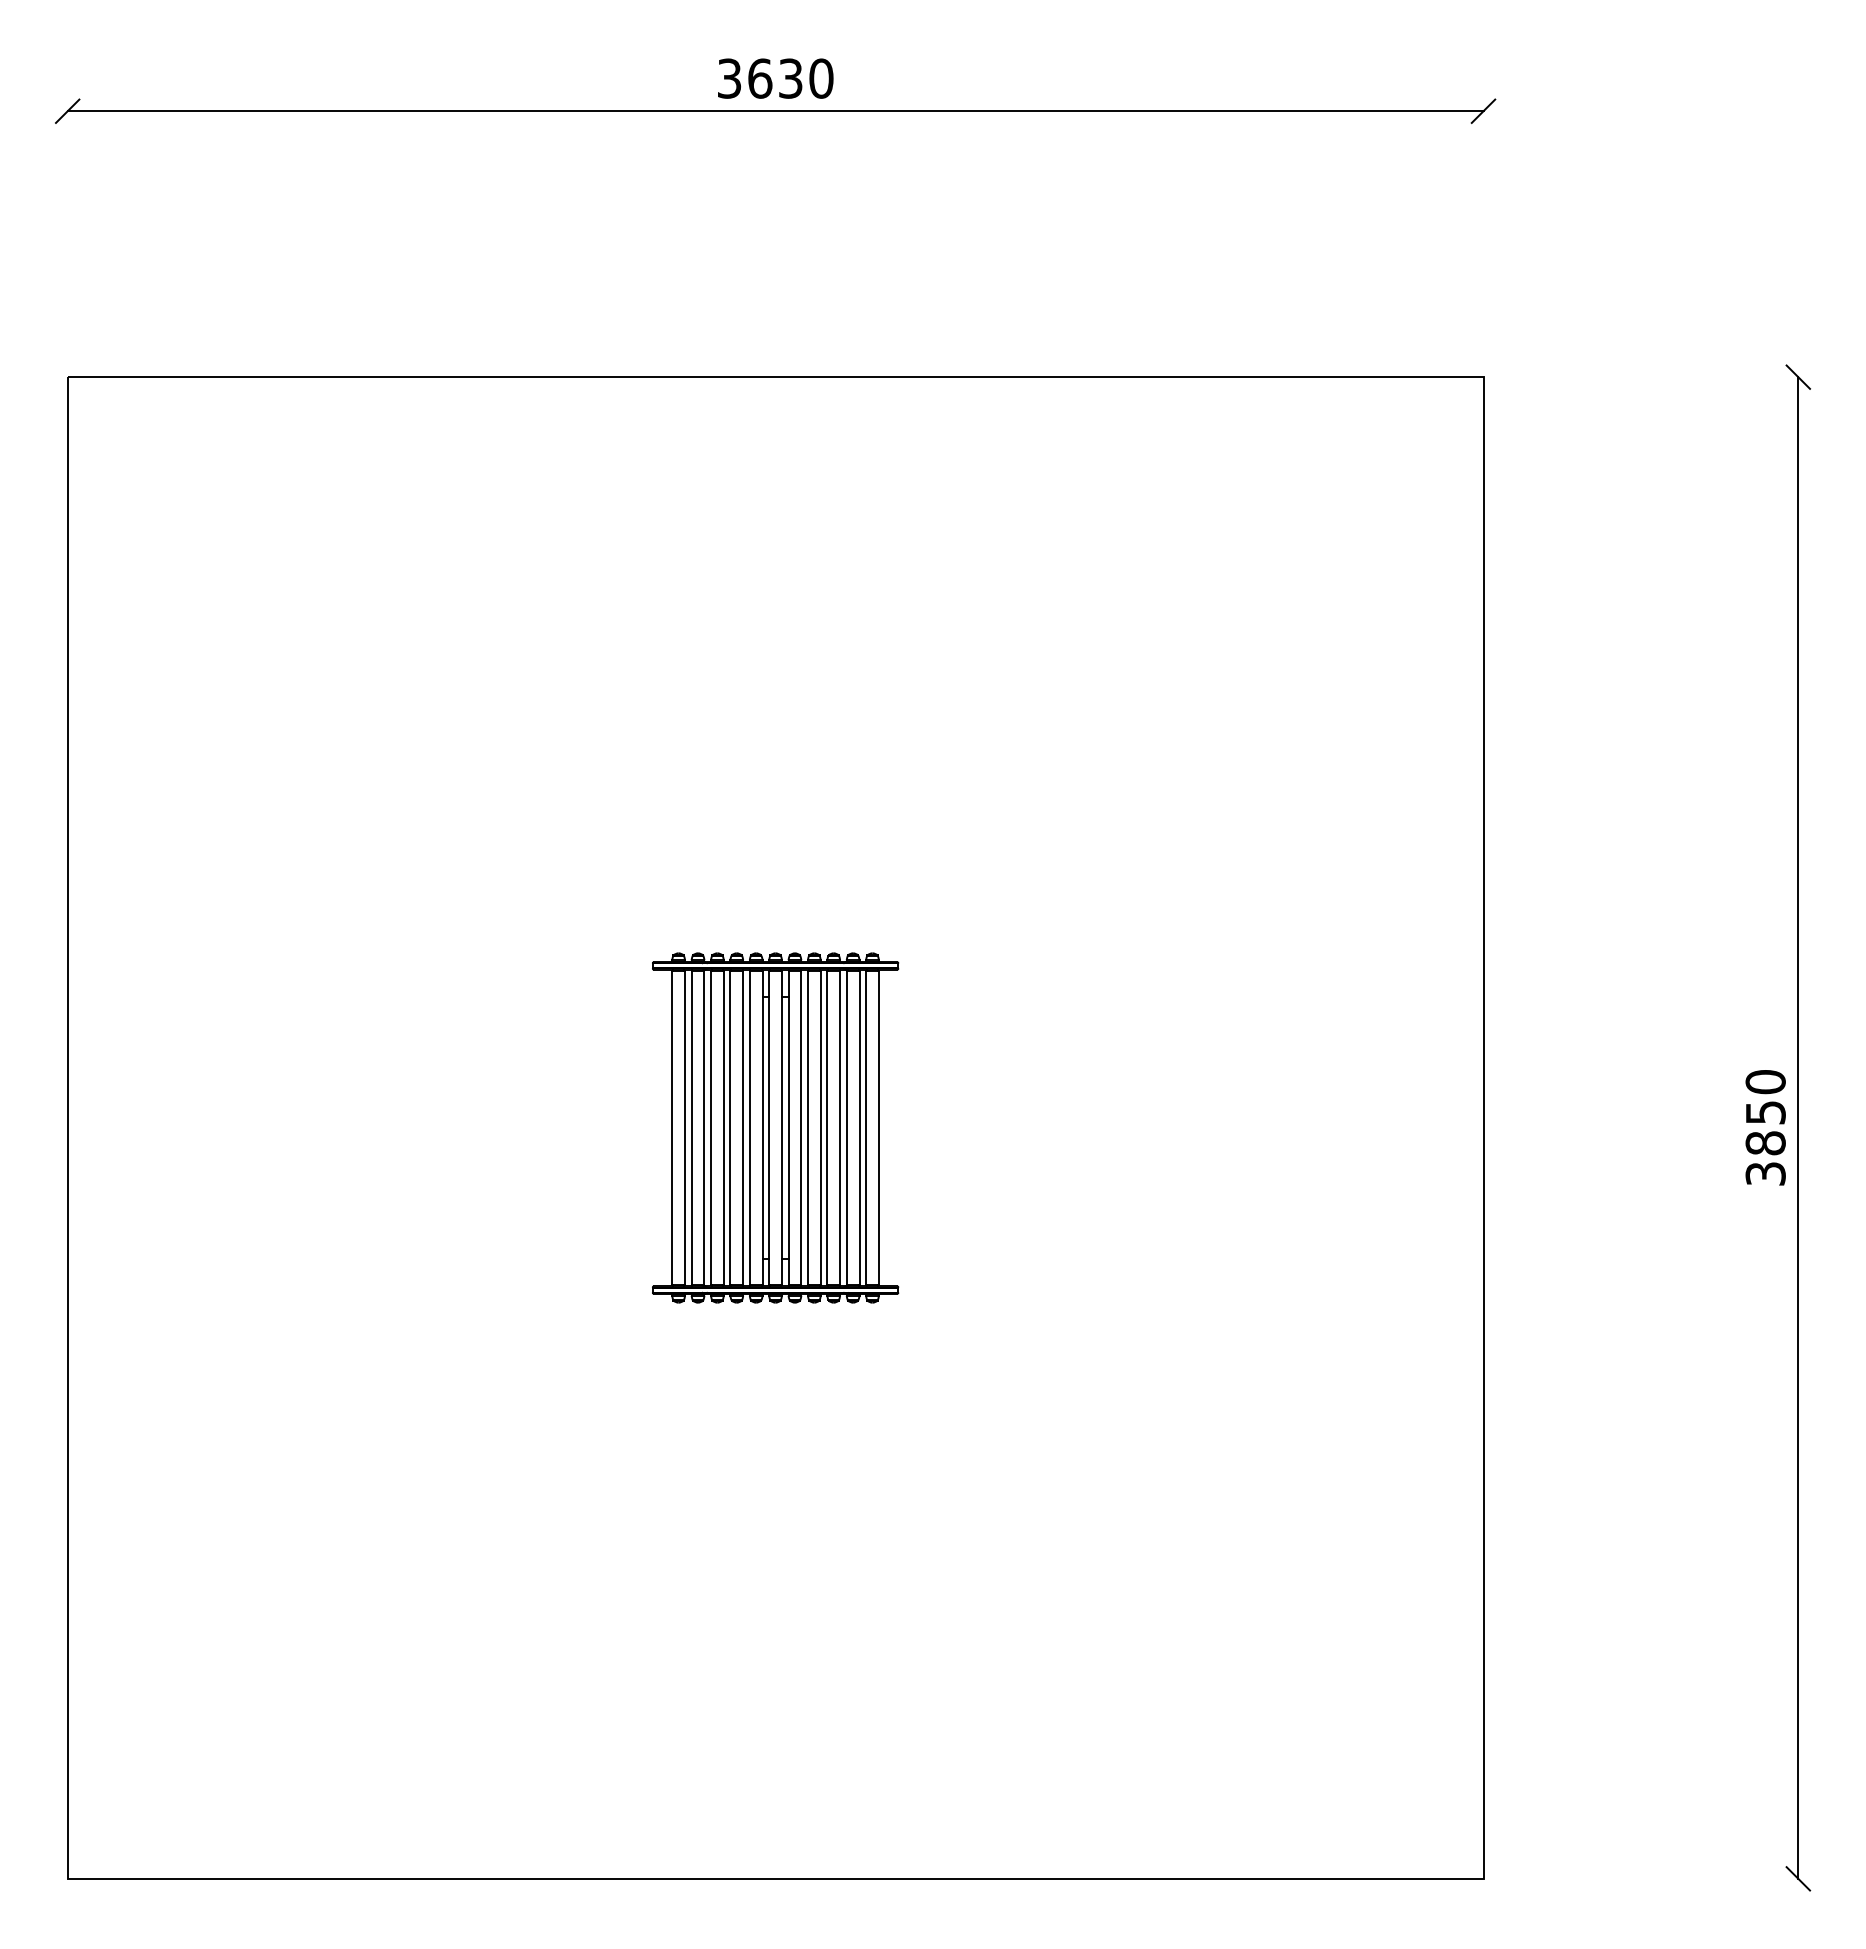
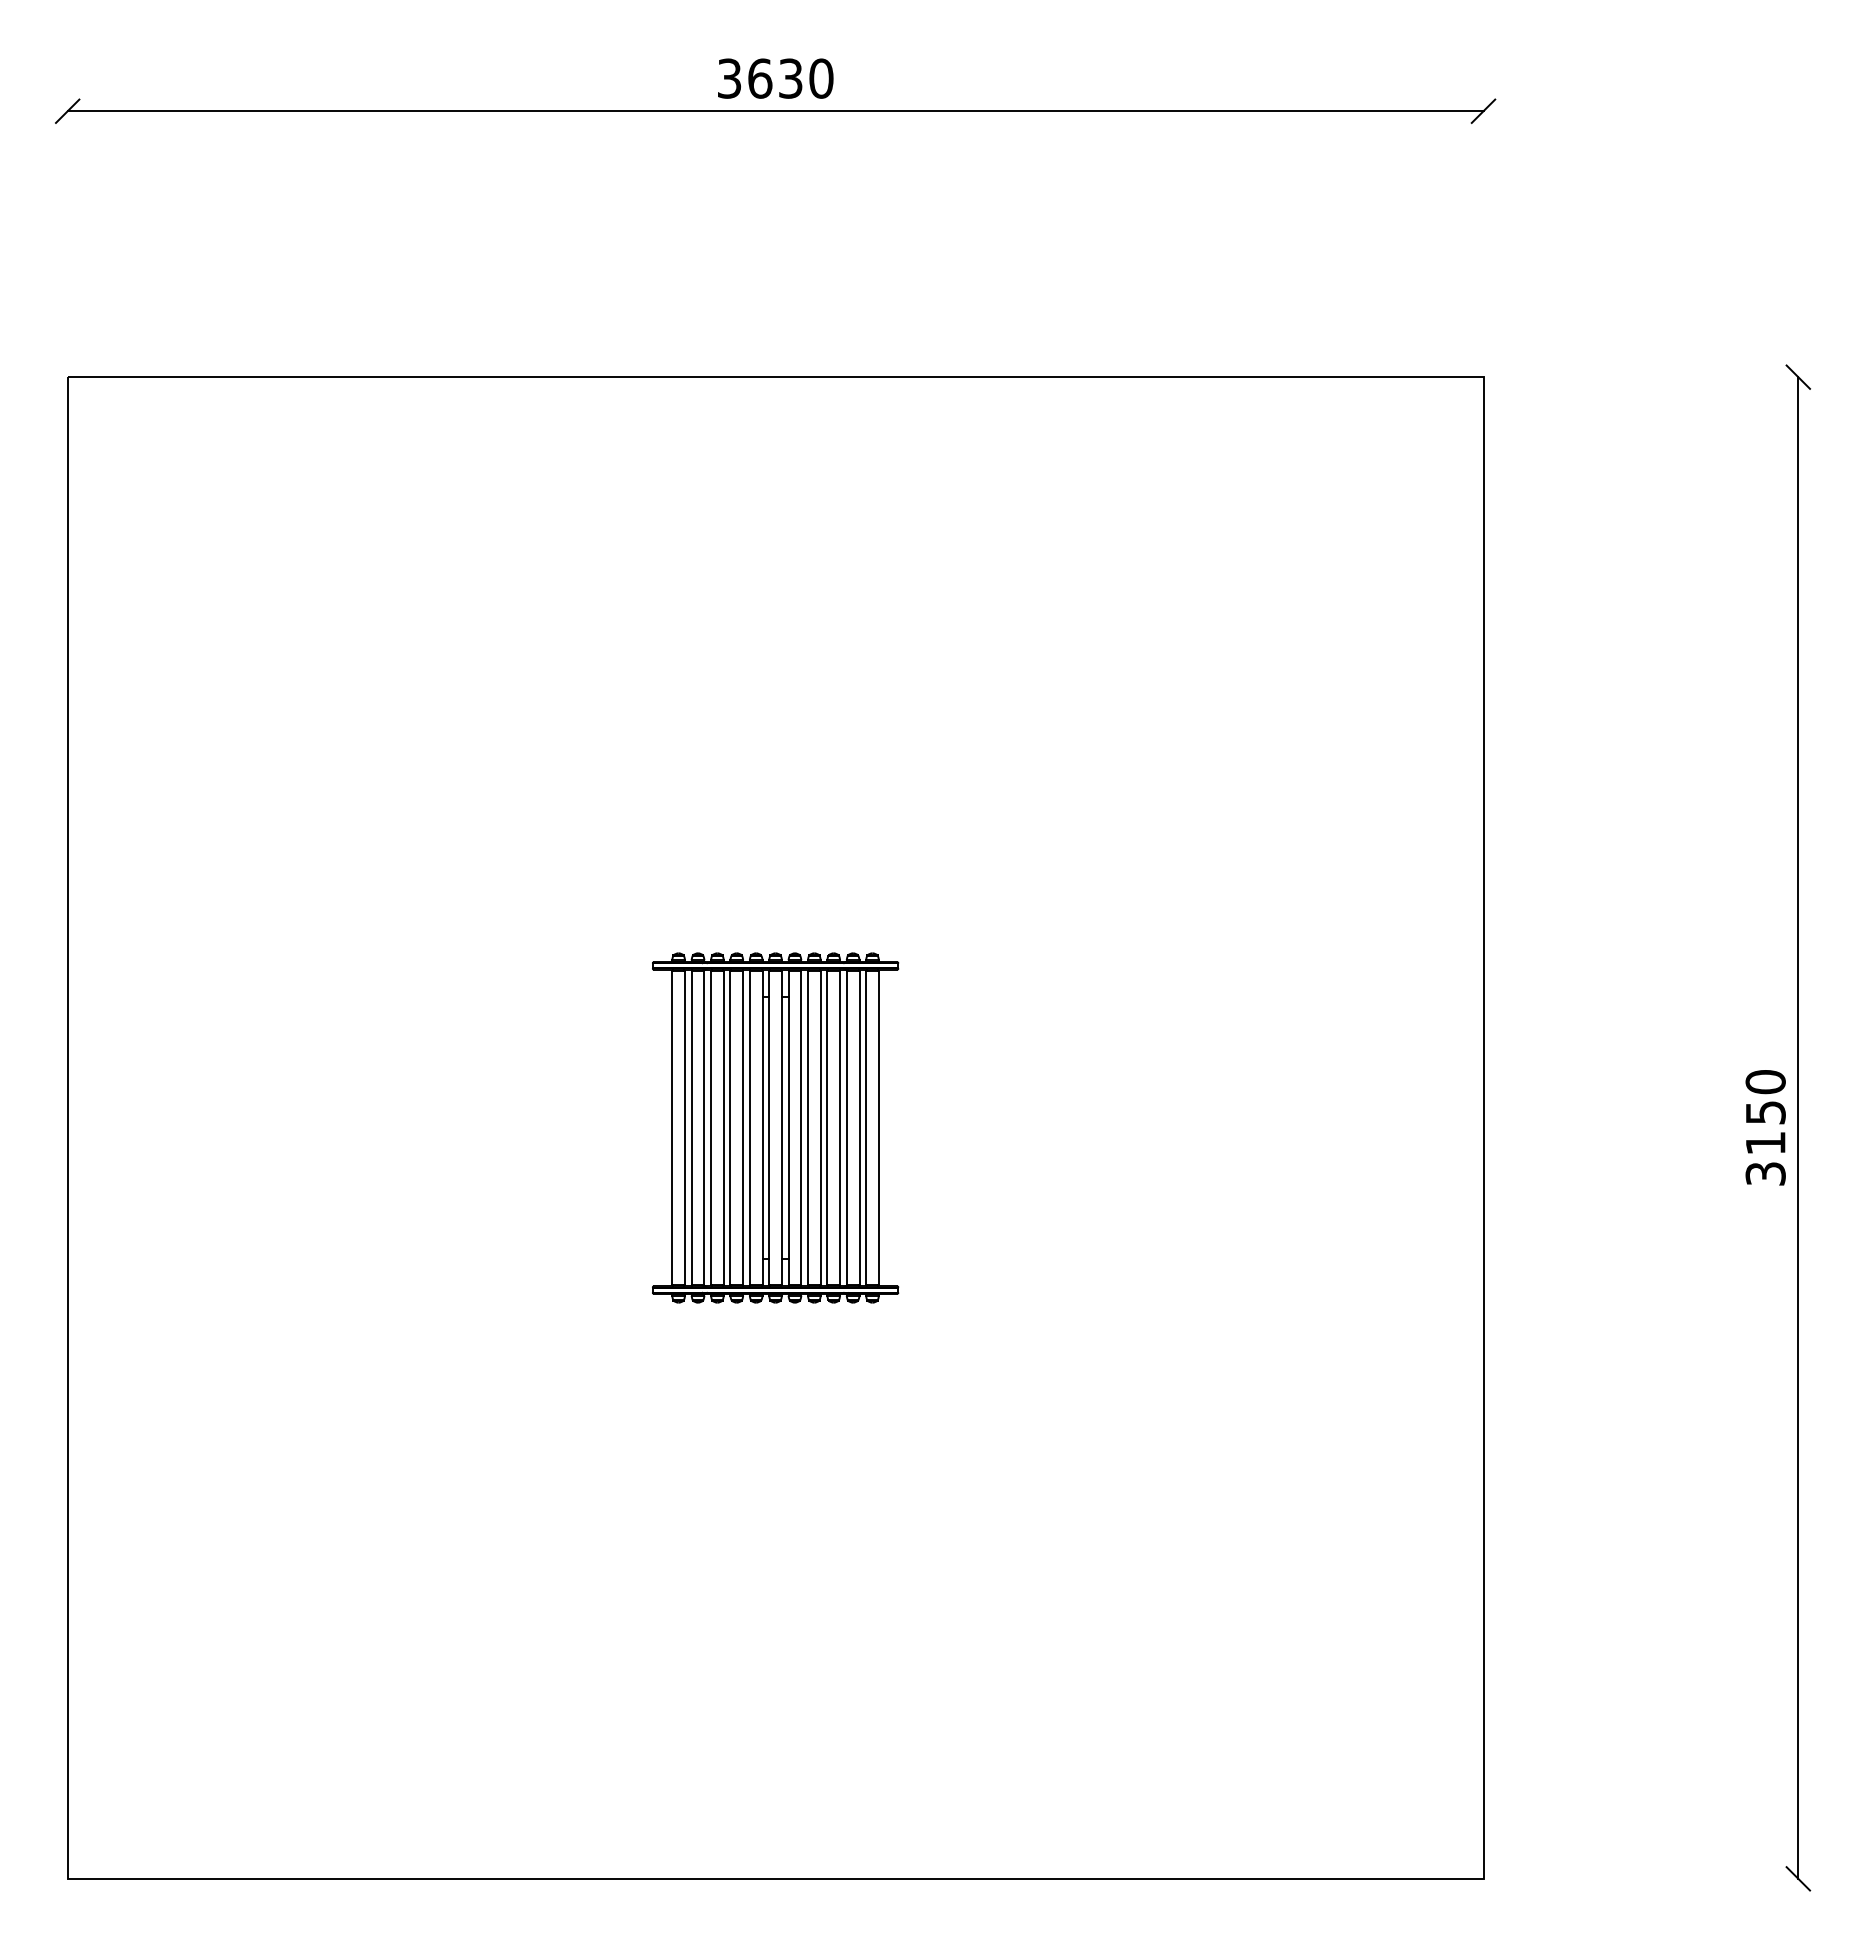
text at (1765, 1143): 3850 -> 3150
